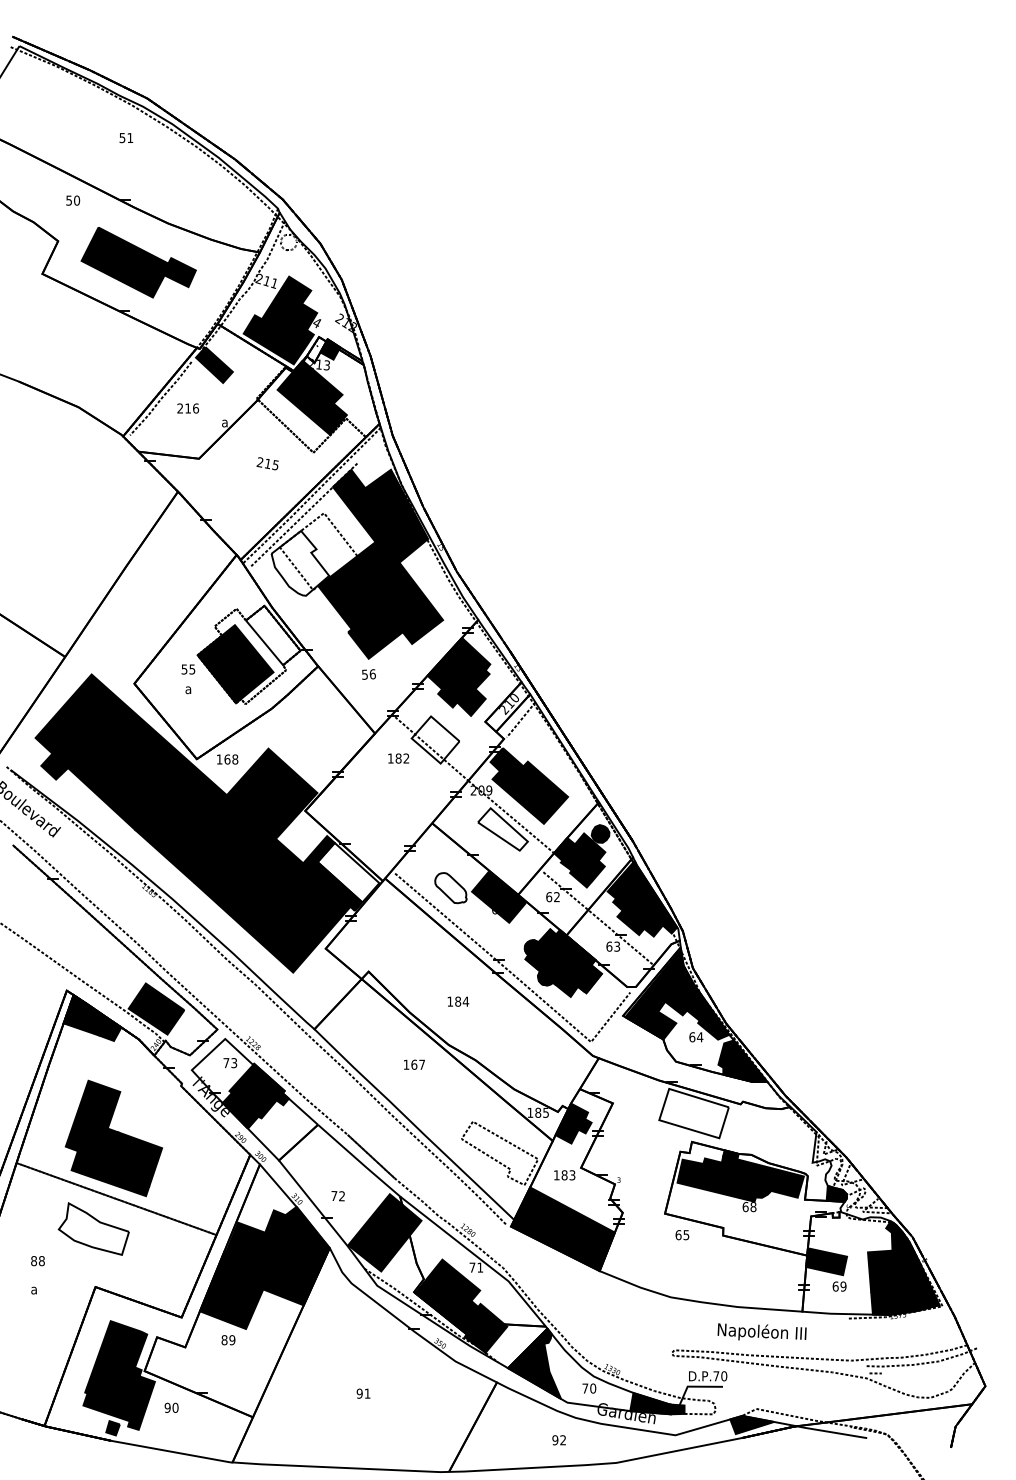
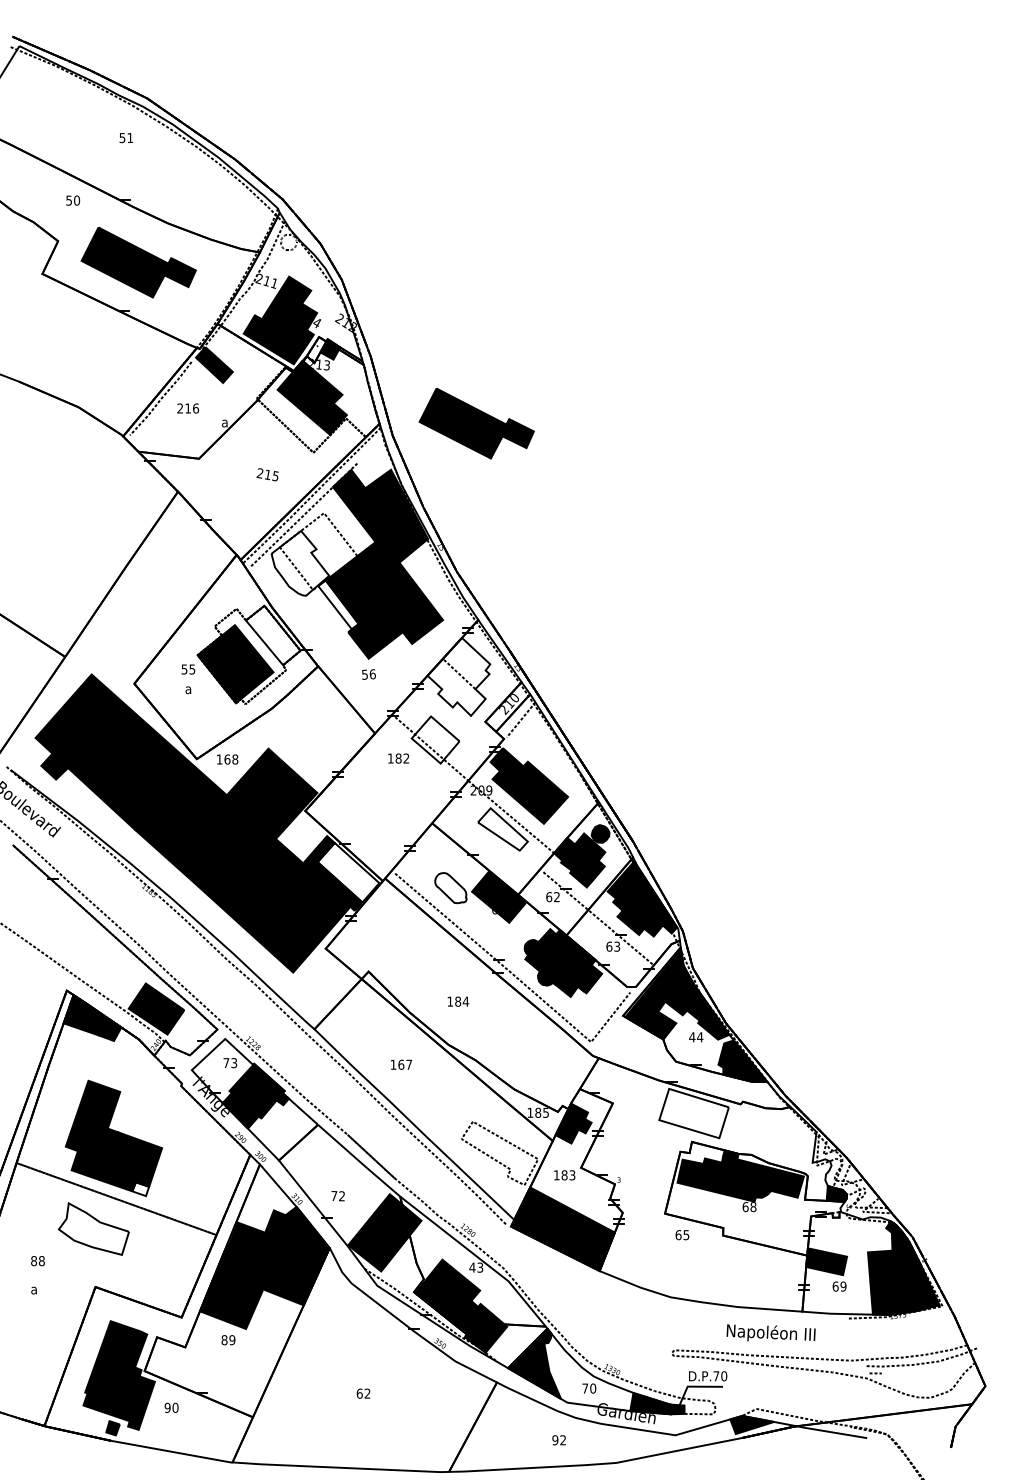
part at (476, 423): none -> present
text at (267, 463) position: (267, 463) -> (267, 474)
fill at (338, 604): present -> none
fill at (458, 676): present -> none
text at (692, 1037): 64 -> 44
text at (414, 1064) position: (414, 1064) -> (401, 1064)
fill at (140, 1189): present -> none
text at (476, 1267): 71 -> 43
text at (761, 1331) position: (761, 1331) -> (770, 1332)
text at (363, 1393): 91 -> 62
